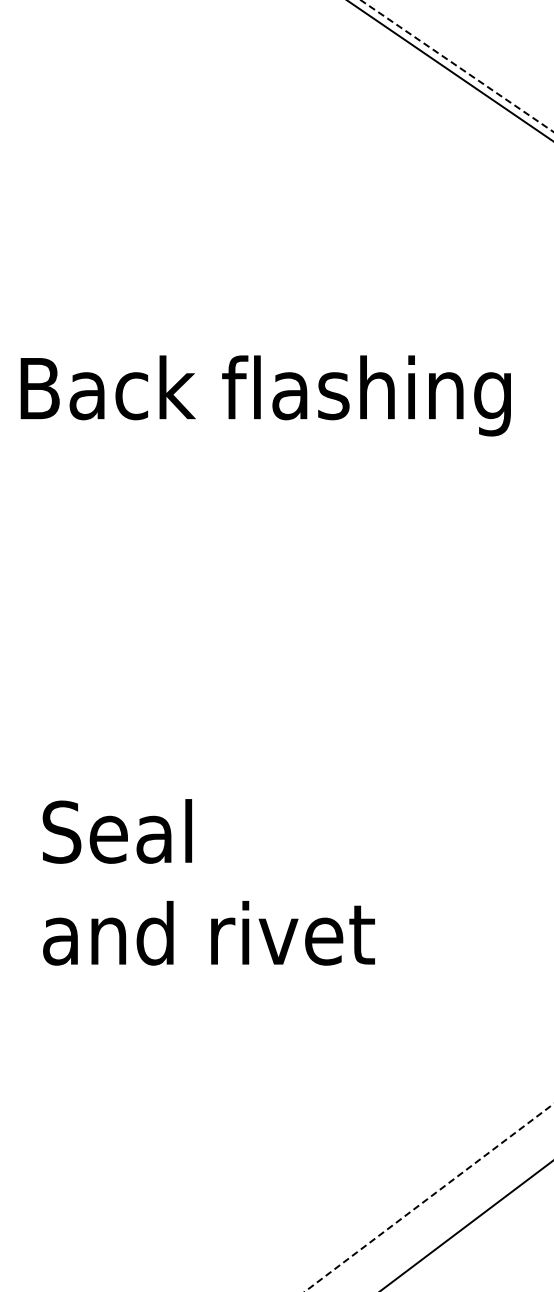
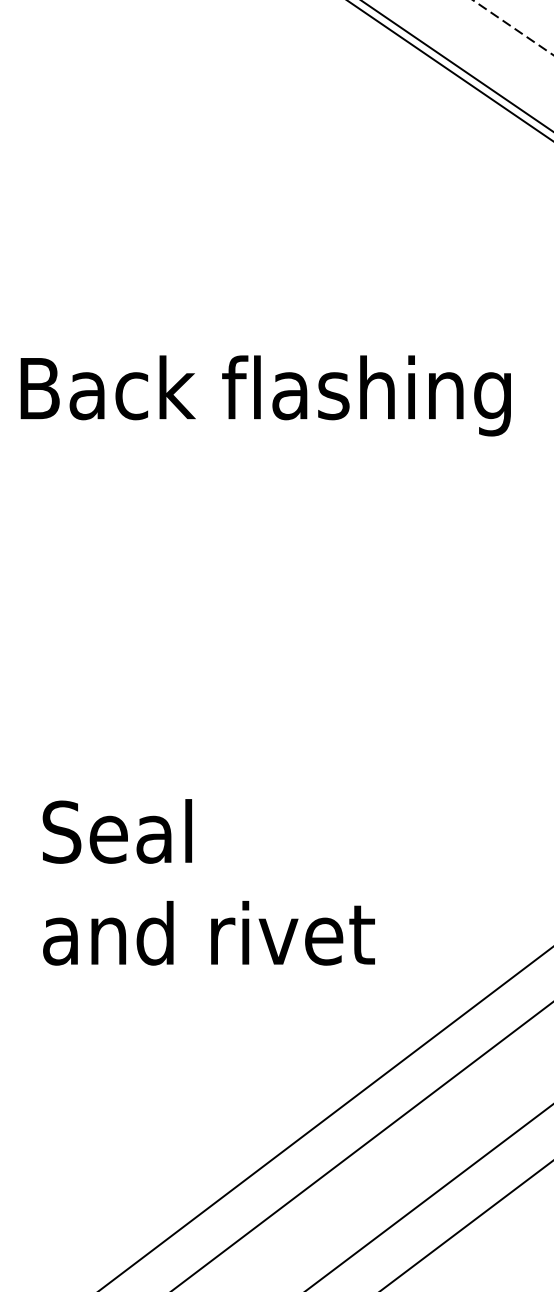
line at (512, 27): none -> present
line at (456, 65): dashed -> solid
line at (326, 1118): none -> present
line at (362, 1146): none -> present
line at (429, 1197): dashed -> solid
